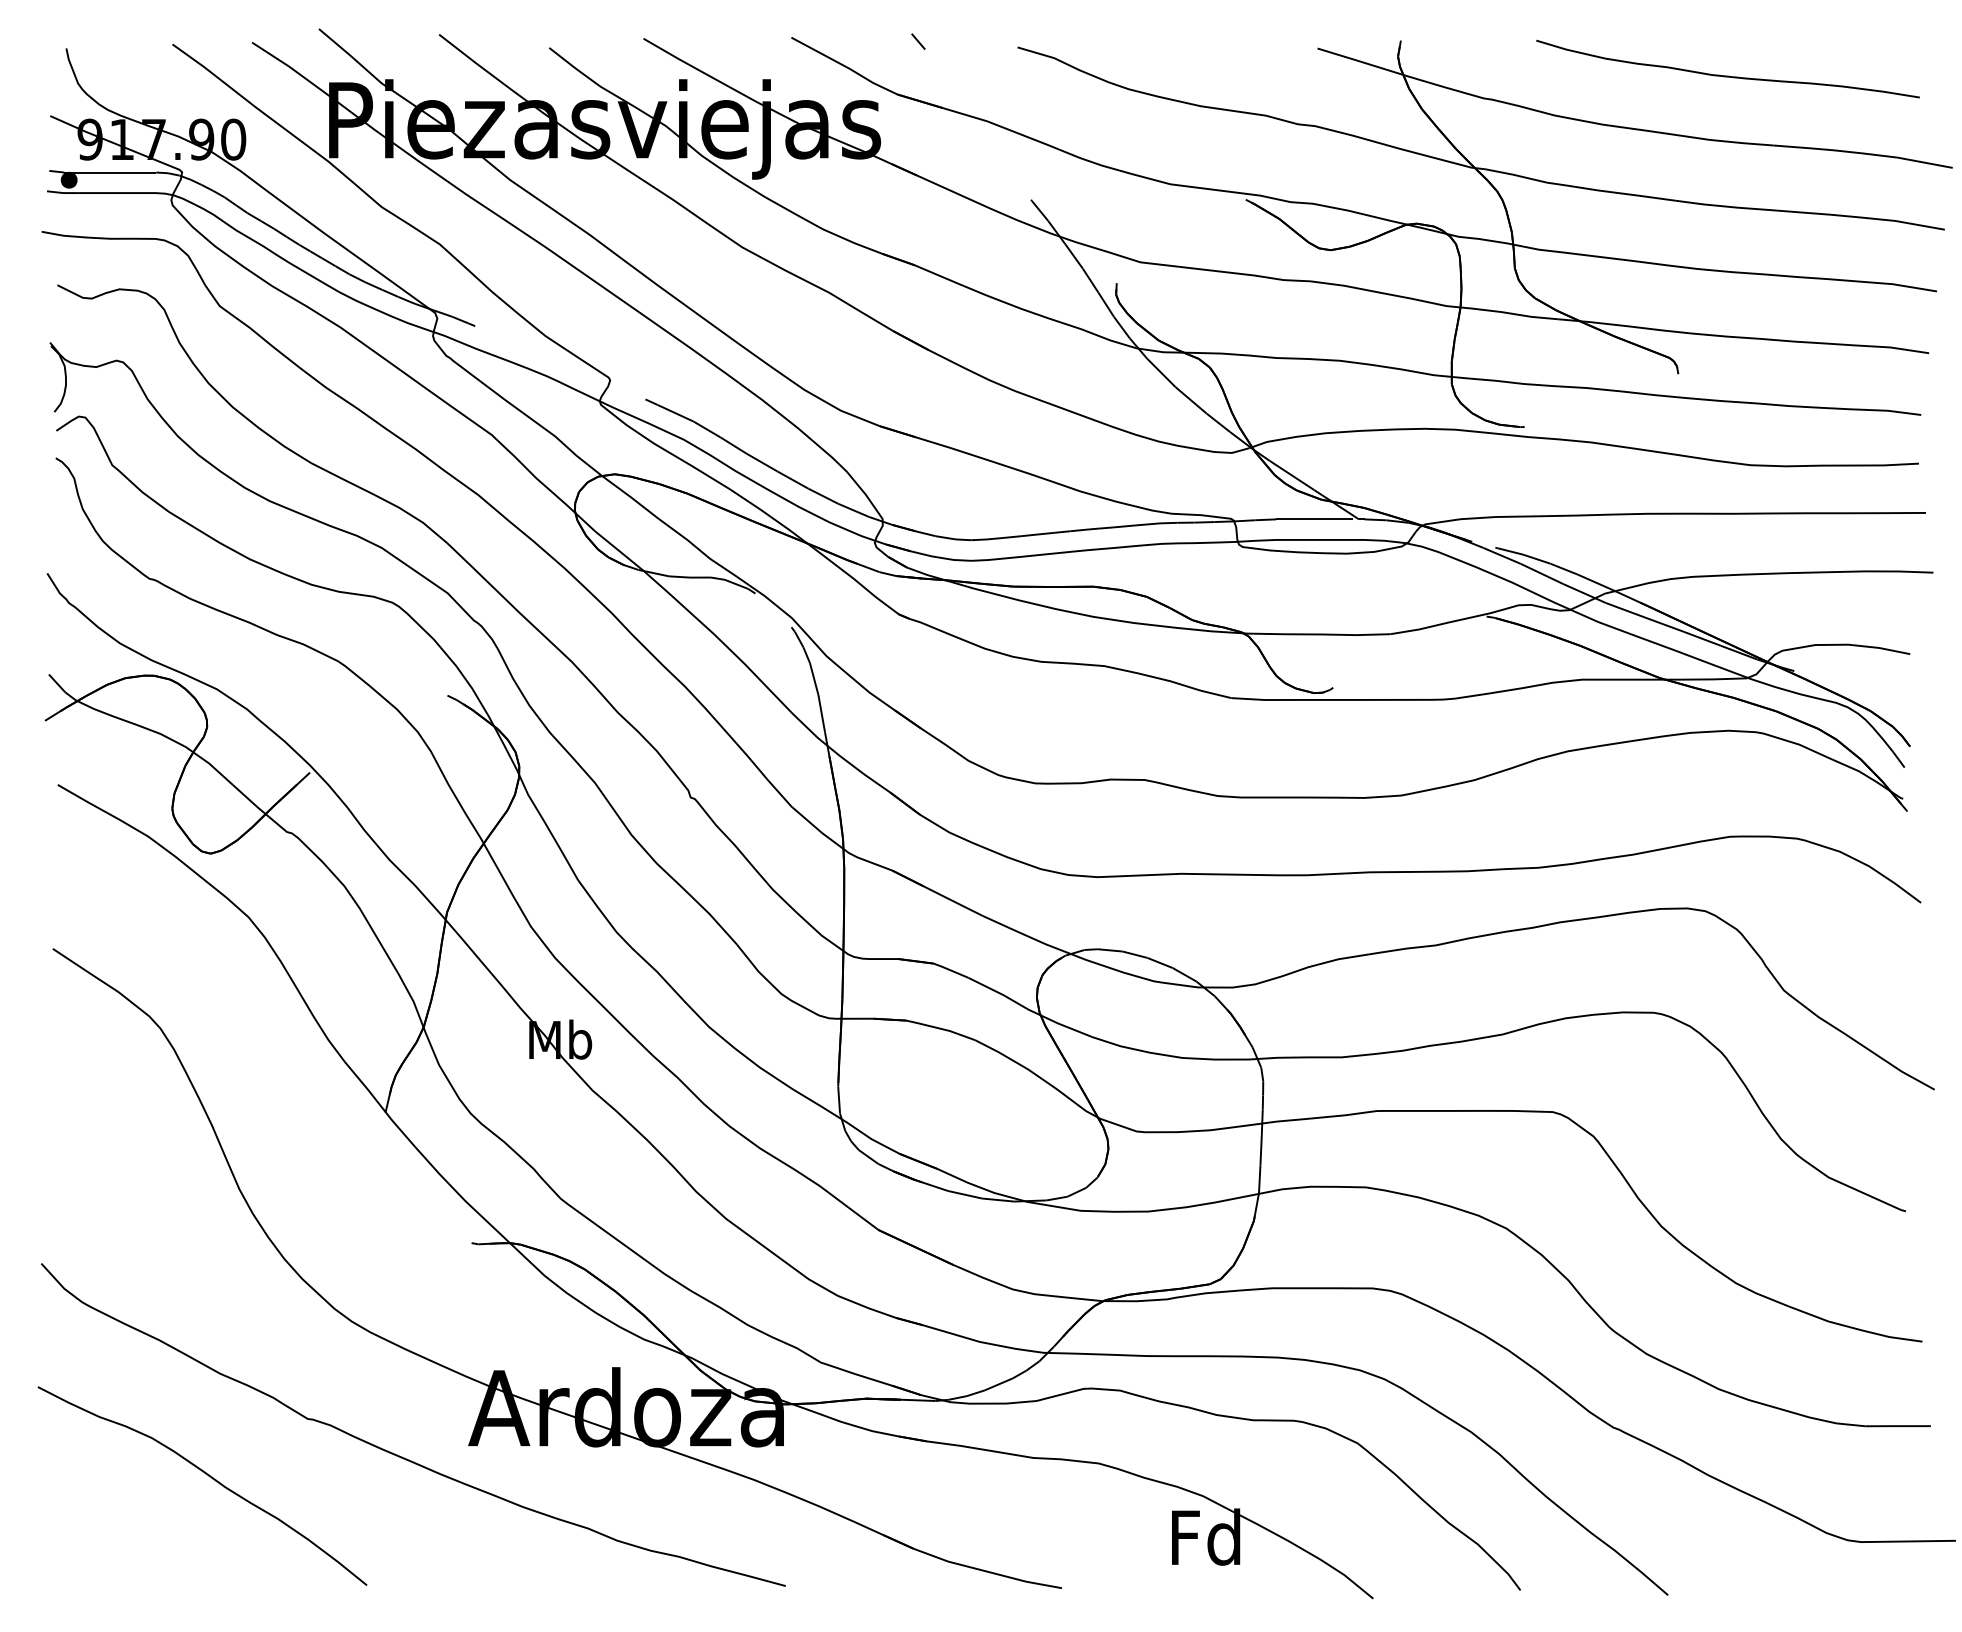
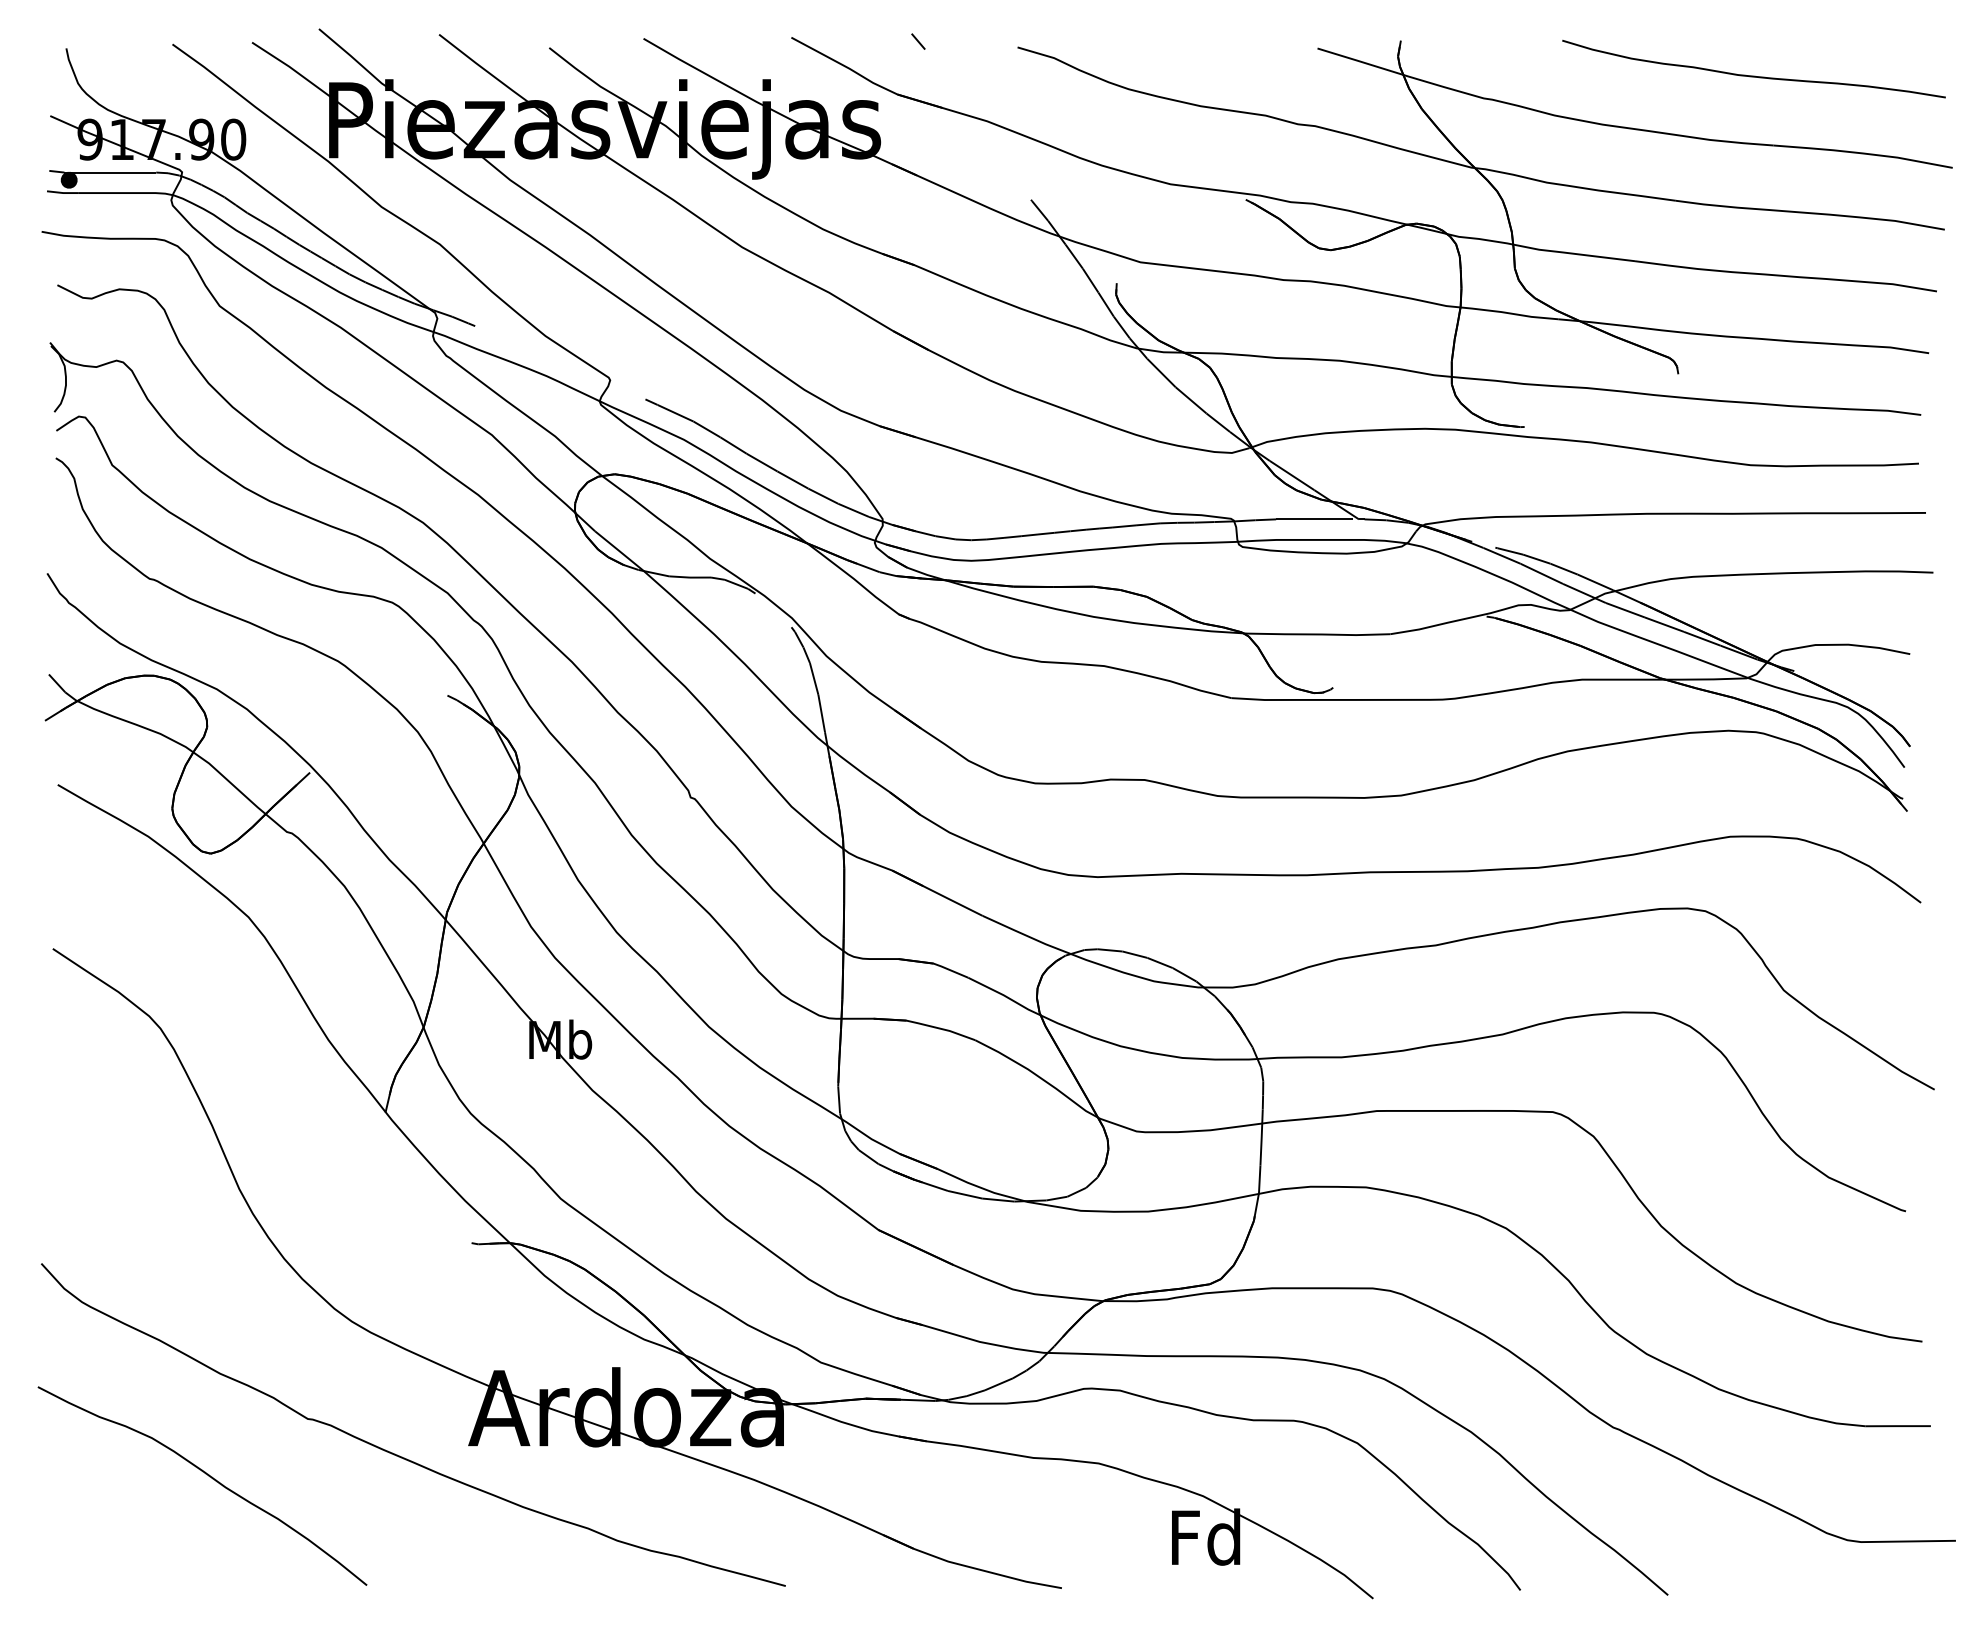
curve at (1727, 75) position: (1727, 75) -> (1753, 75)
